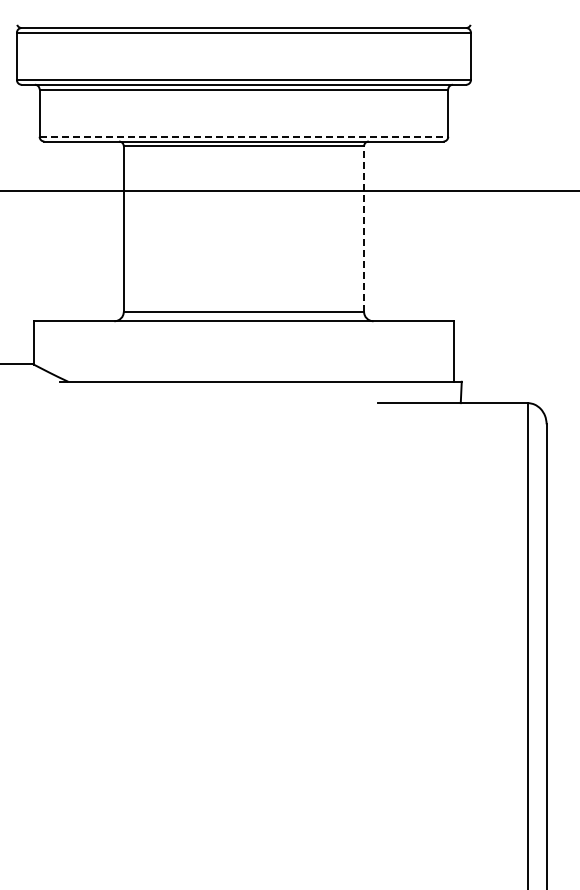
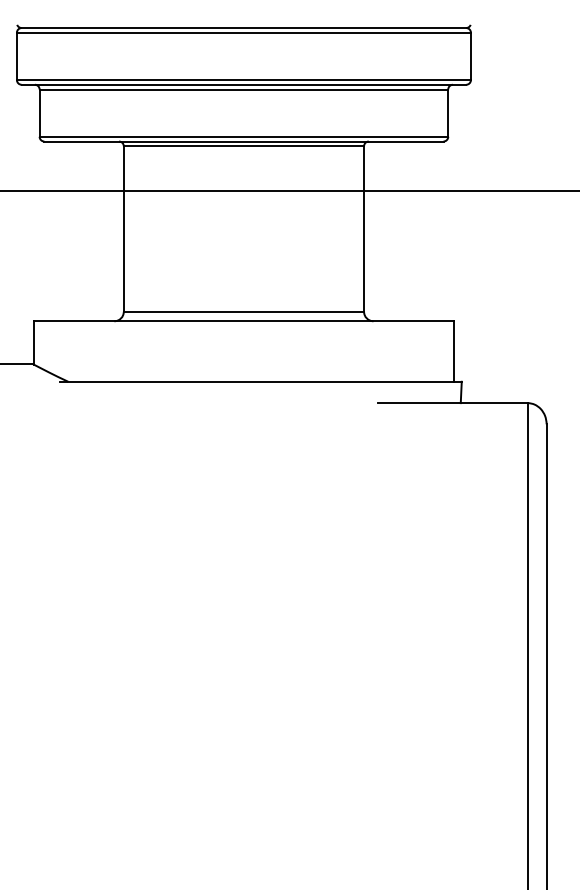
line at (244, 136): dashed -> solid
line at (364, 229): dashed -> solid
